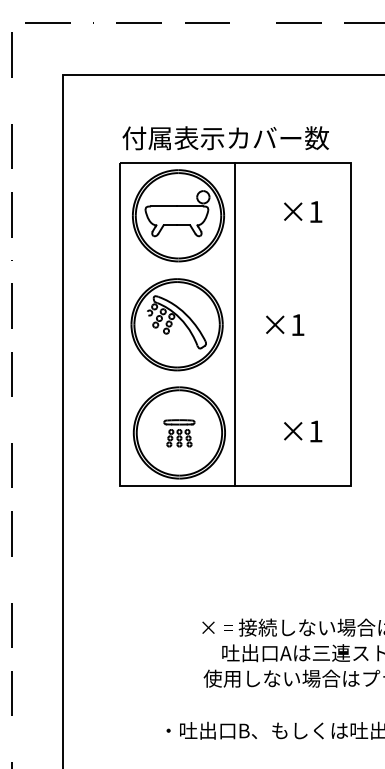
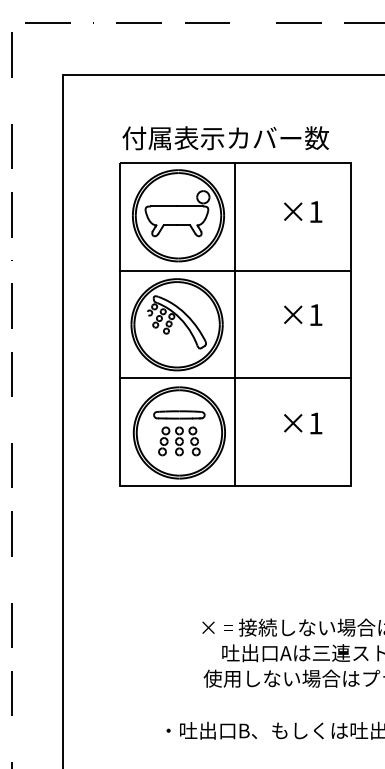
line at (235, 270): none -> present
text at (285, 324) position: (285, 324) -> (303, 314)
line at (235, 378): none -> present
text at (303, 431) position: (303, 431) -> (303, 423)
part at (179, 433) size: 33x29 px -> 53x47 px
